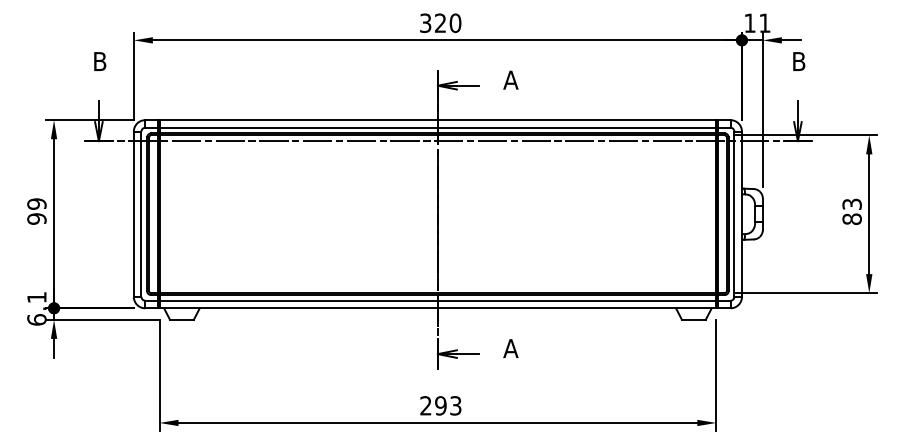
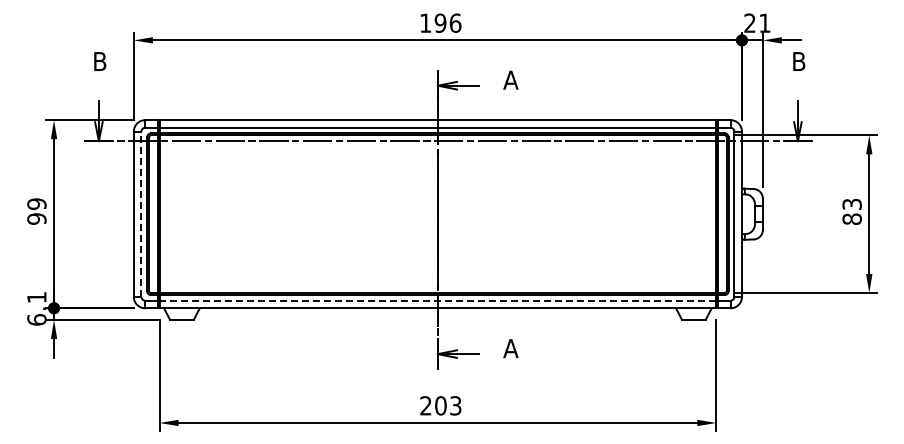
text at (749, 22): 11 -> 21
text at (440, 23): 320 -> 196
line at (141, 214): solid -> dashed
line at (437, 300): solid -> dashed
text at (440, 405): 293 -> 203
